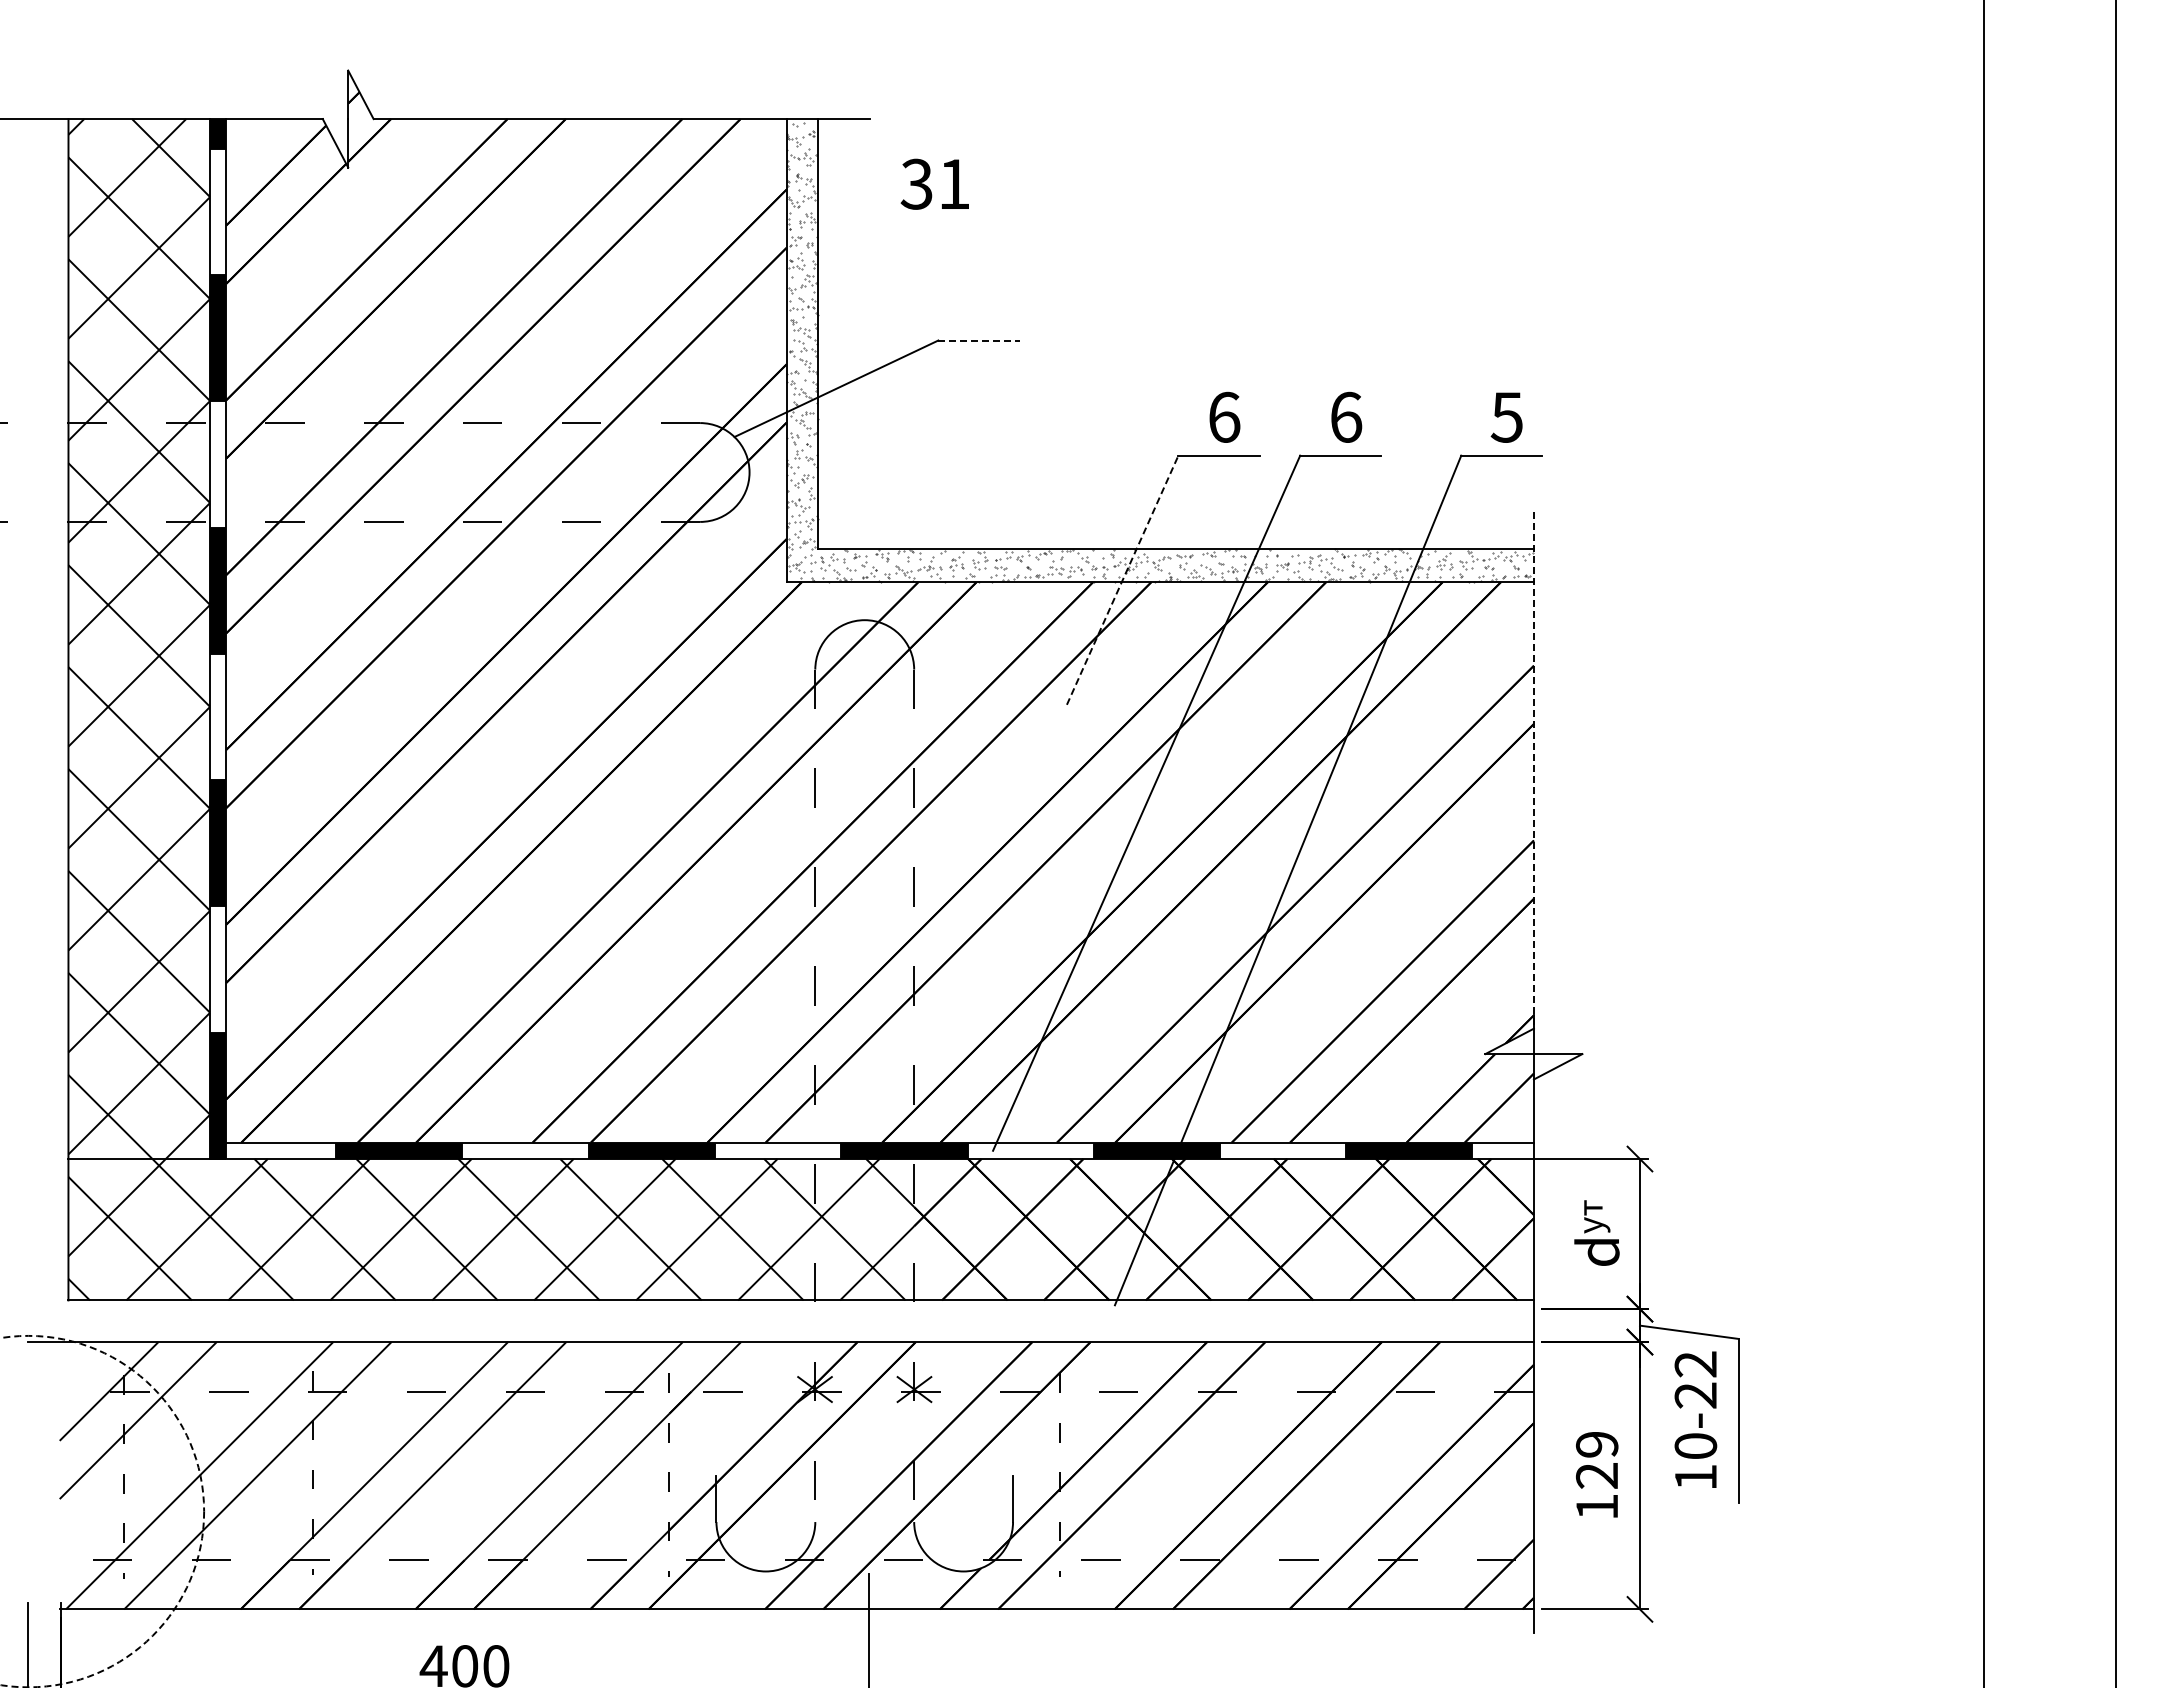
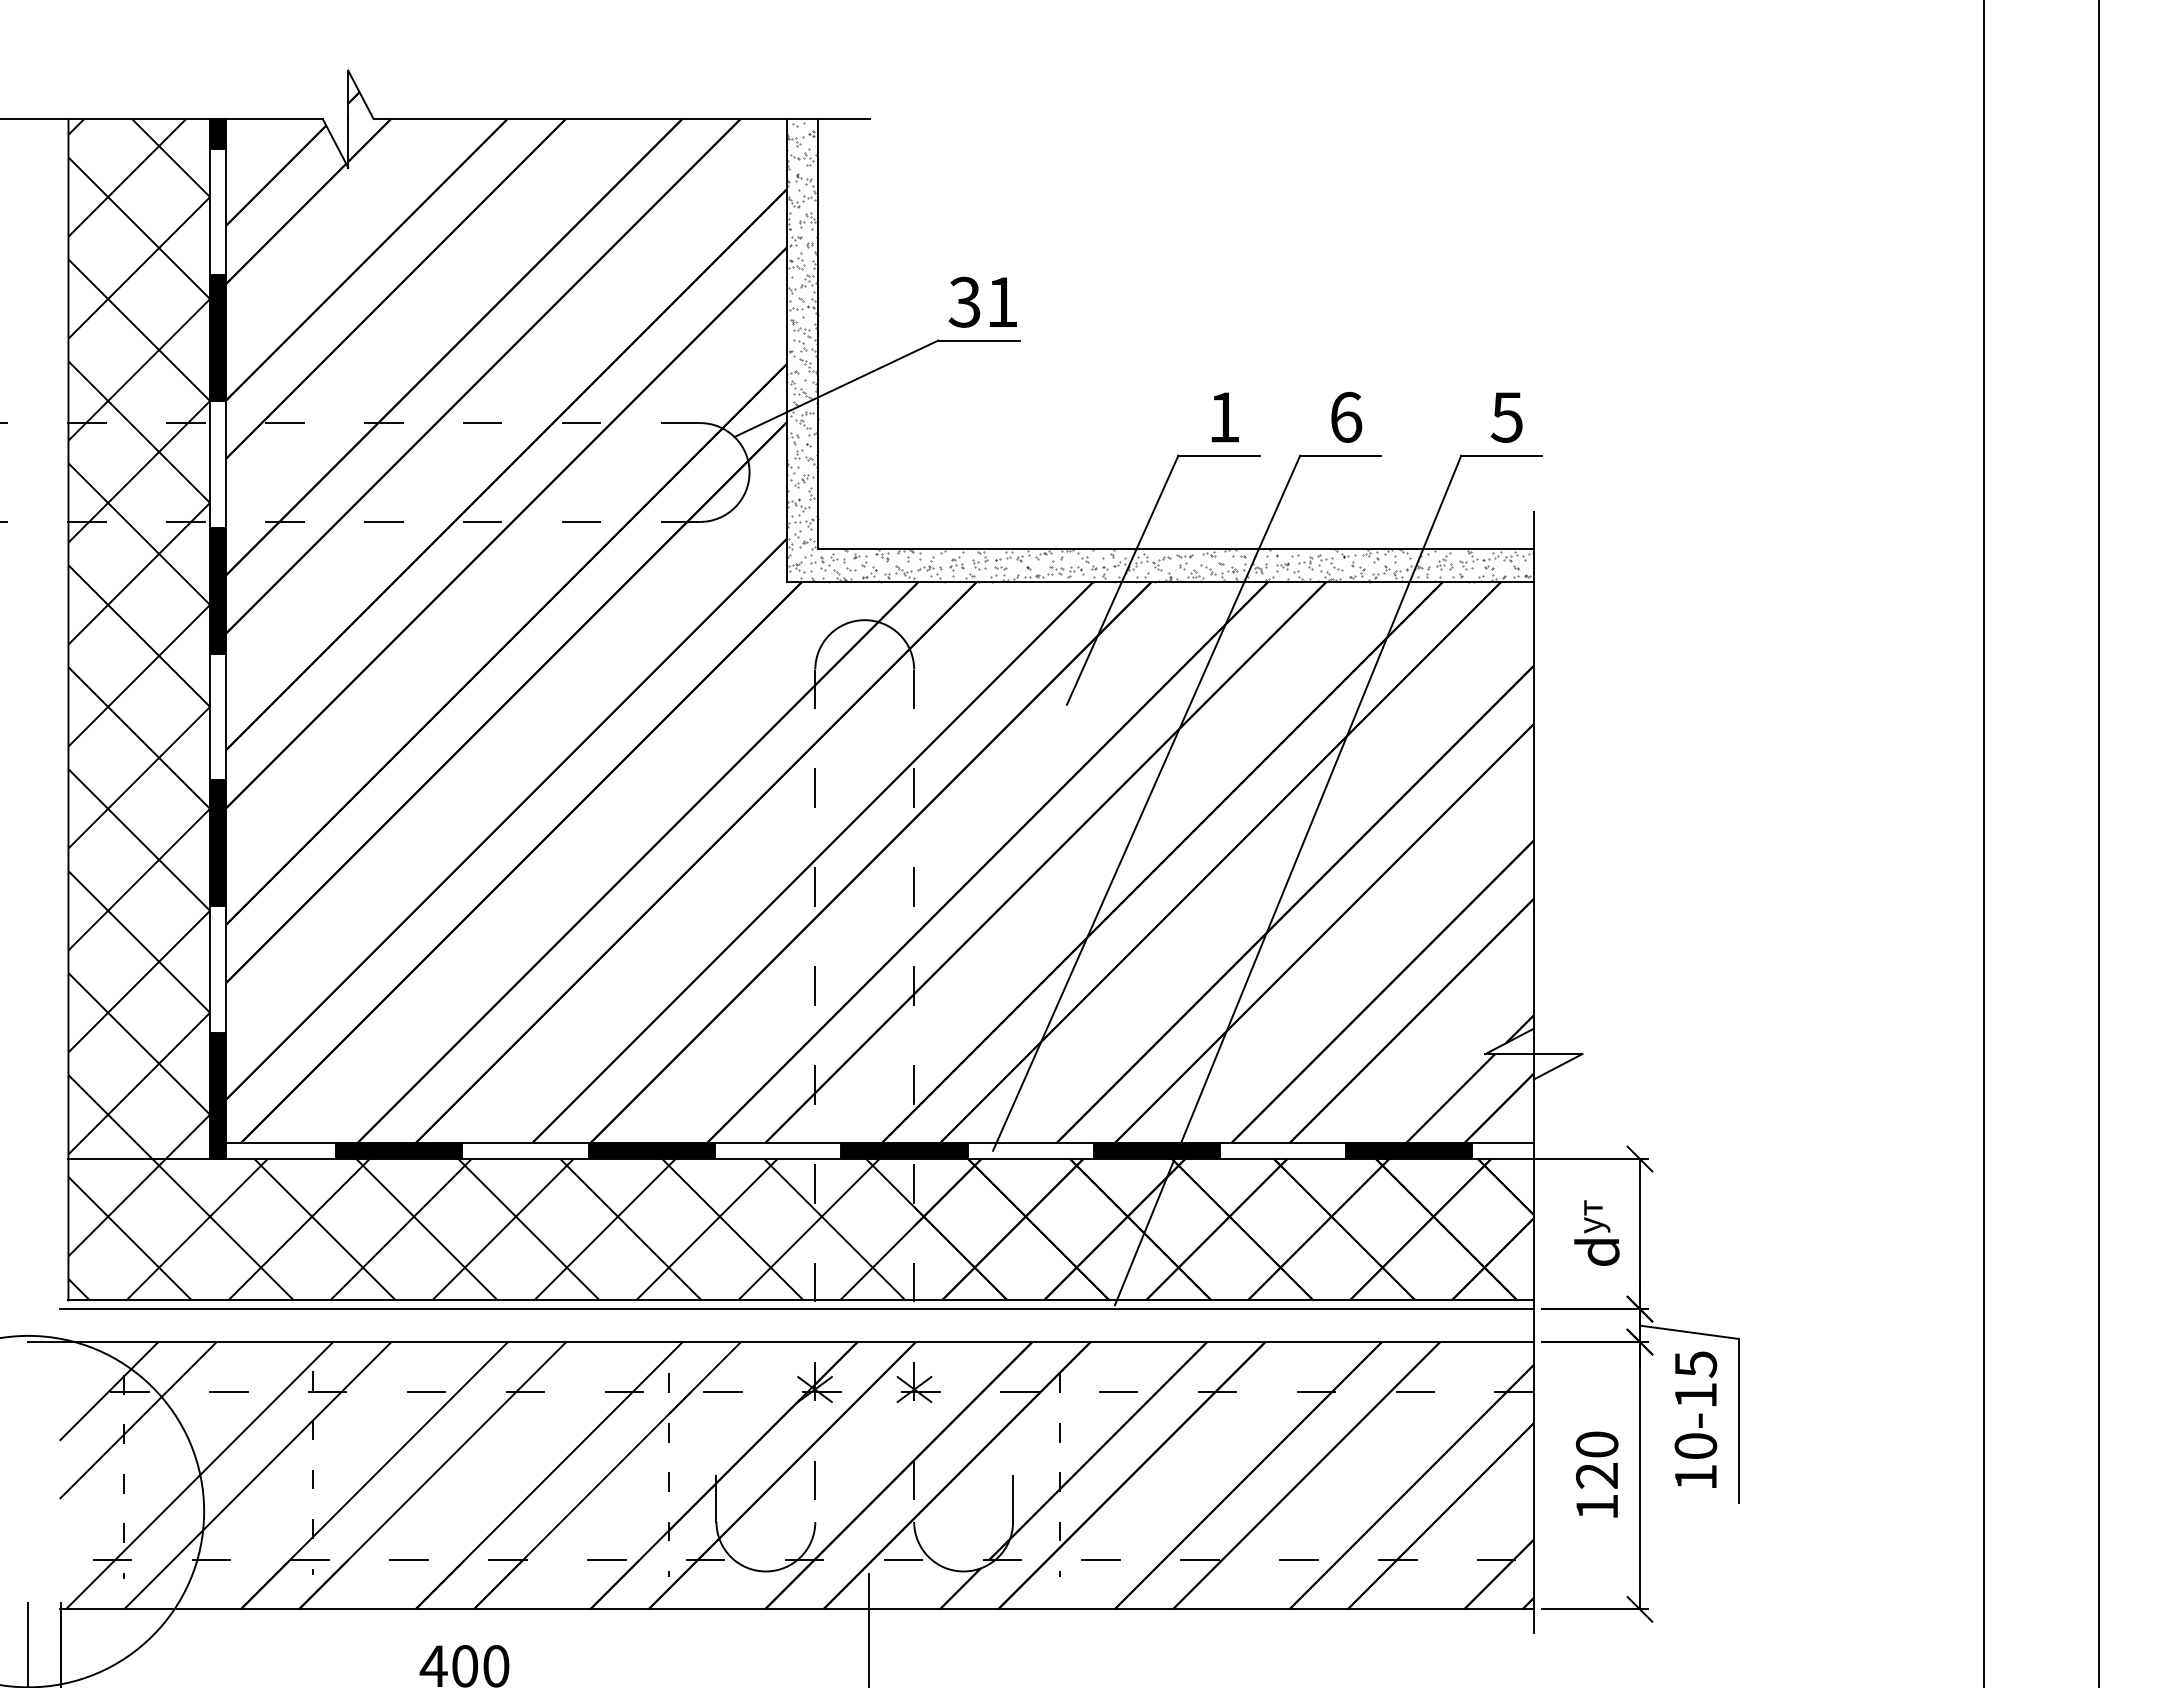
text at (934, 183) position: (934, 183) -> (982, 301)
line at (978, 340): dashed -> solid
text at (1224, 416): 6 -> 1
line at (1122, 579): dashed -> solid
line at (1533, 770): dashed -> solid
line at (2116, 843) position: (2116, 843) -> (2099, 843)
line at (796, 1309): none -> present
text at (1695, 1379): 10-22 -> 10-15
text at (1597, 1444): 129 -> 120
circle at (102, 1511): dashed -> solid
